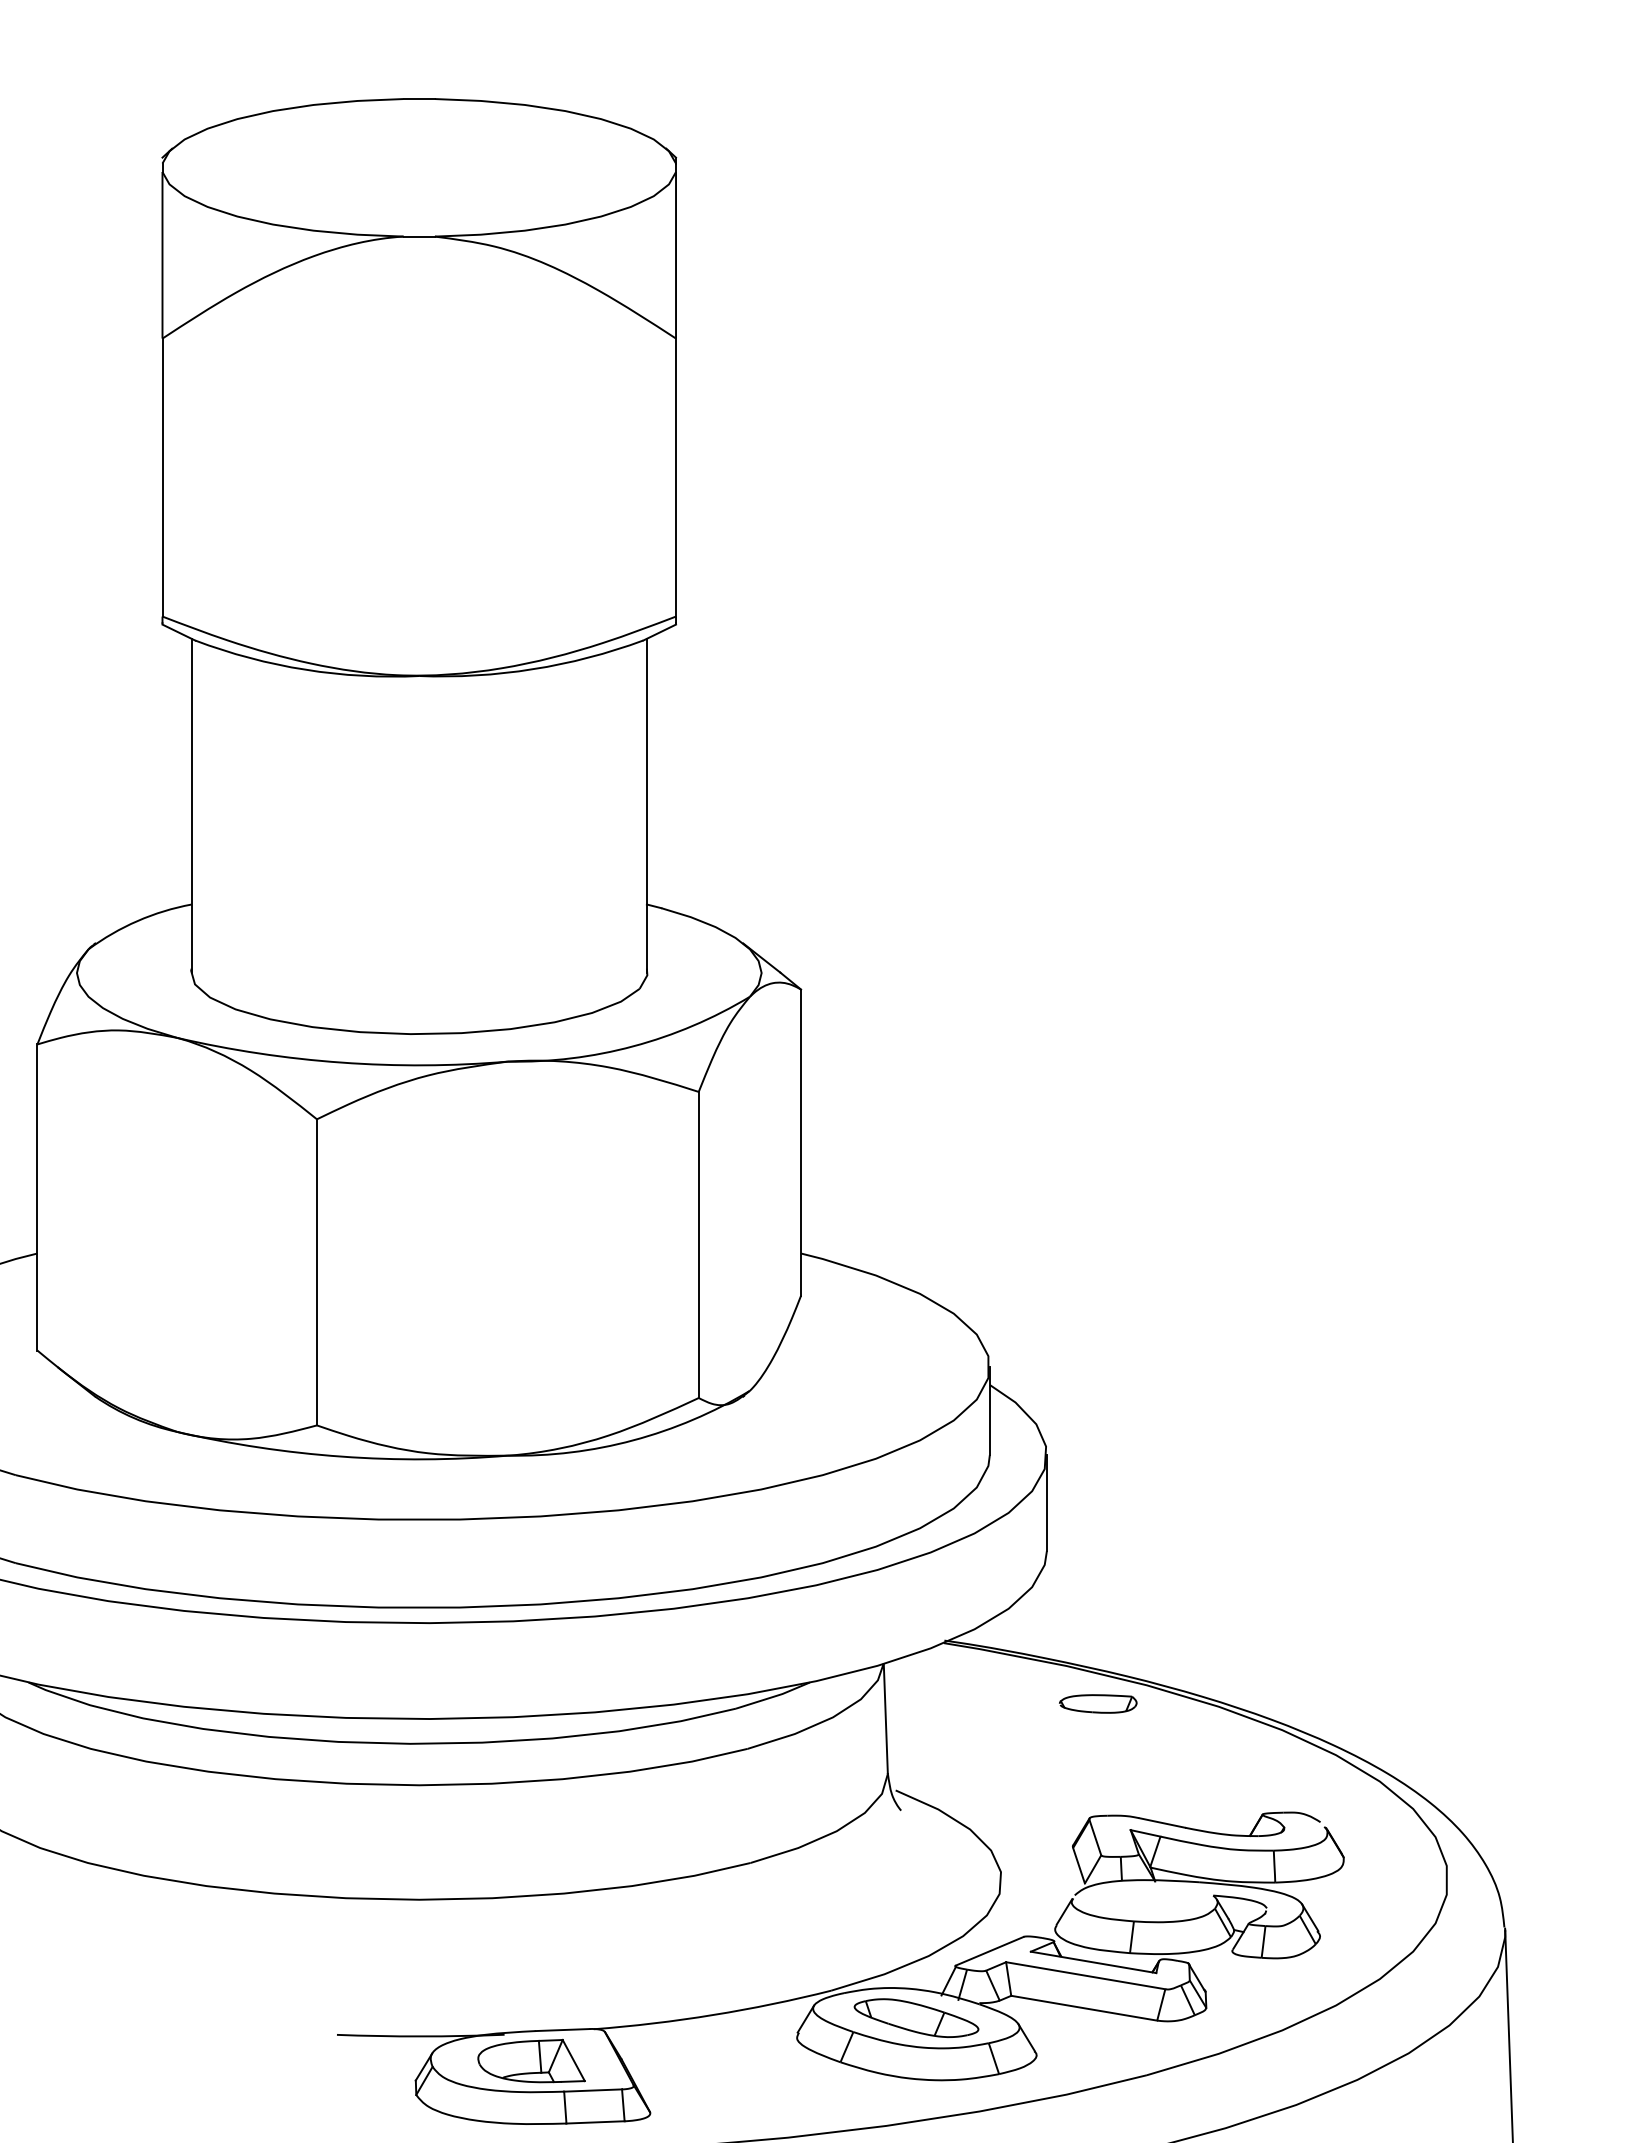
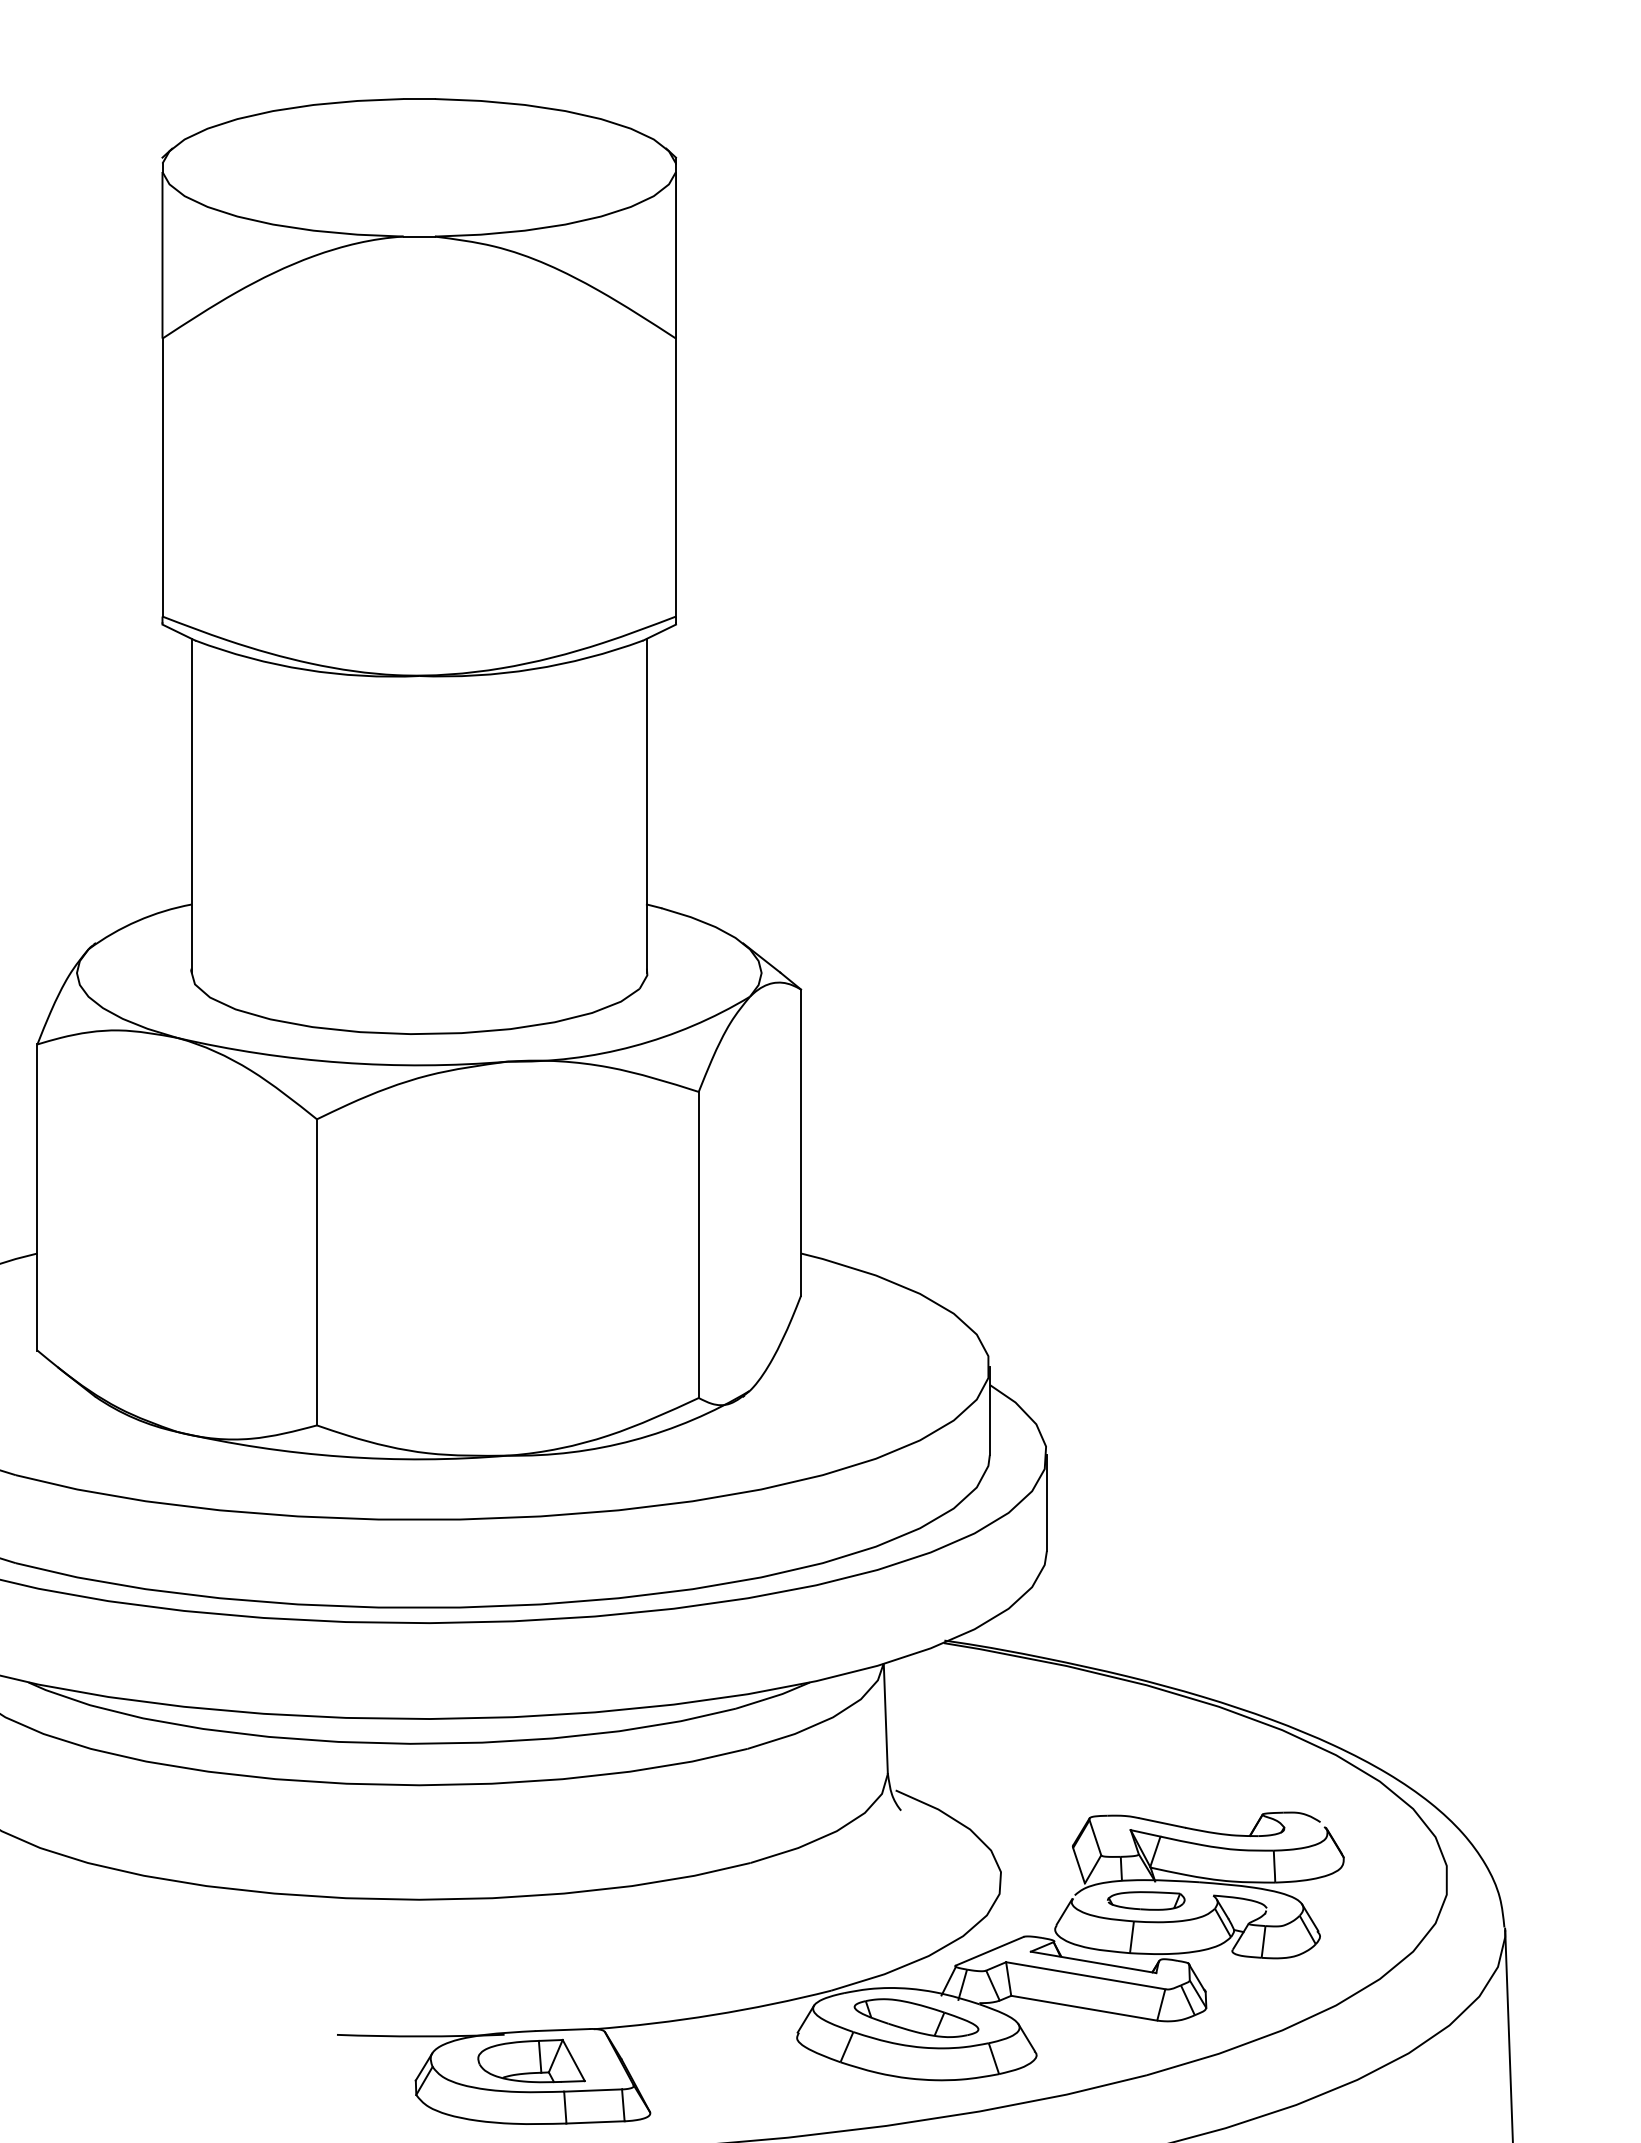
part at (1098, 1703) position: (1098, 1703) -> (1146, 1900)
